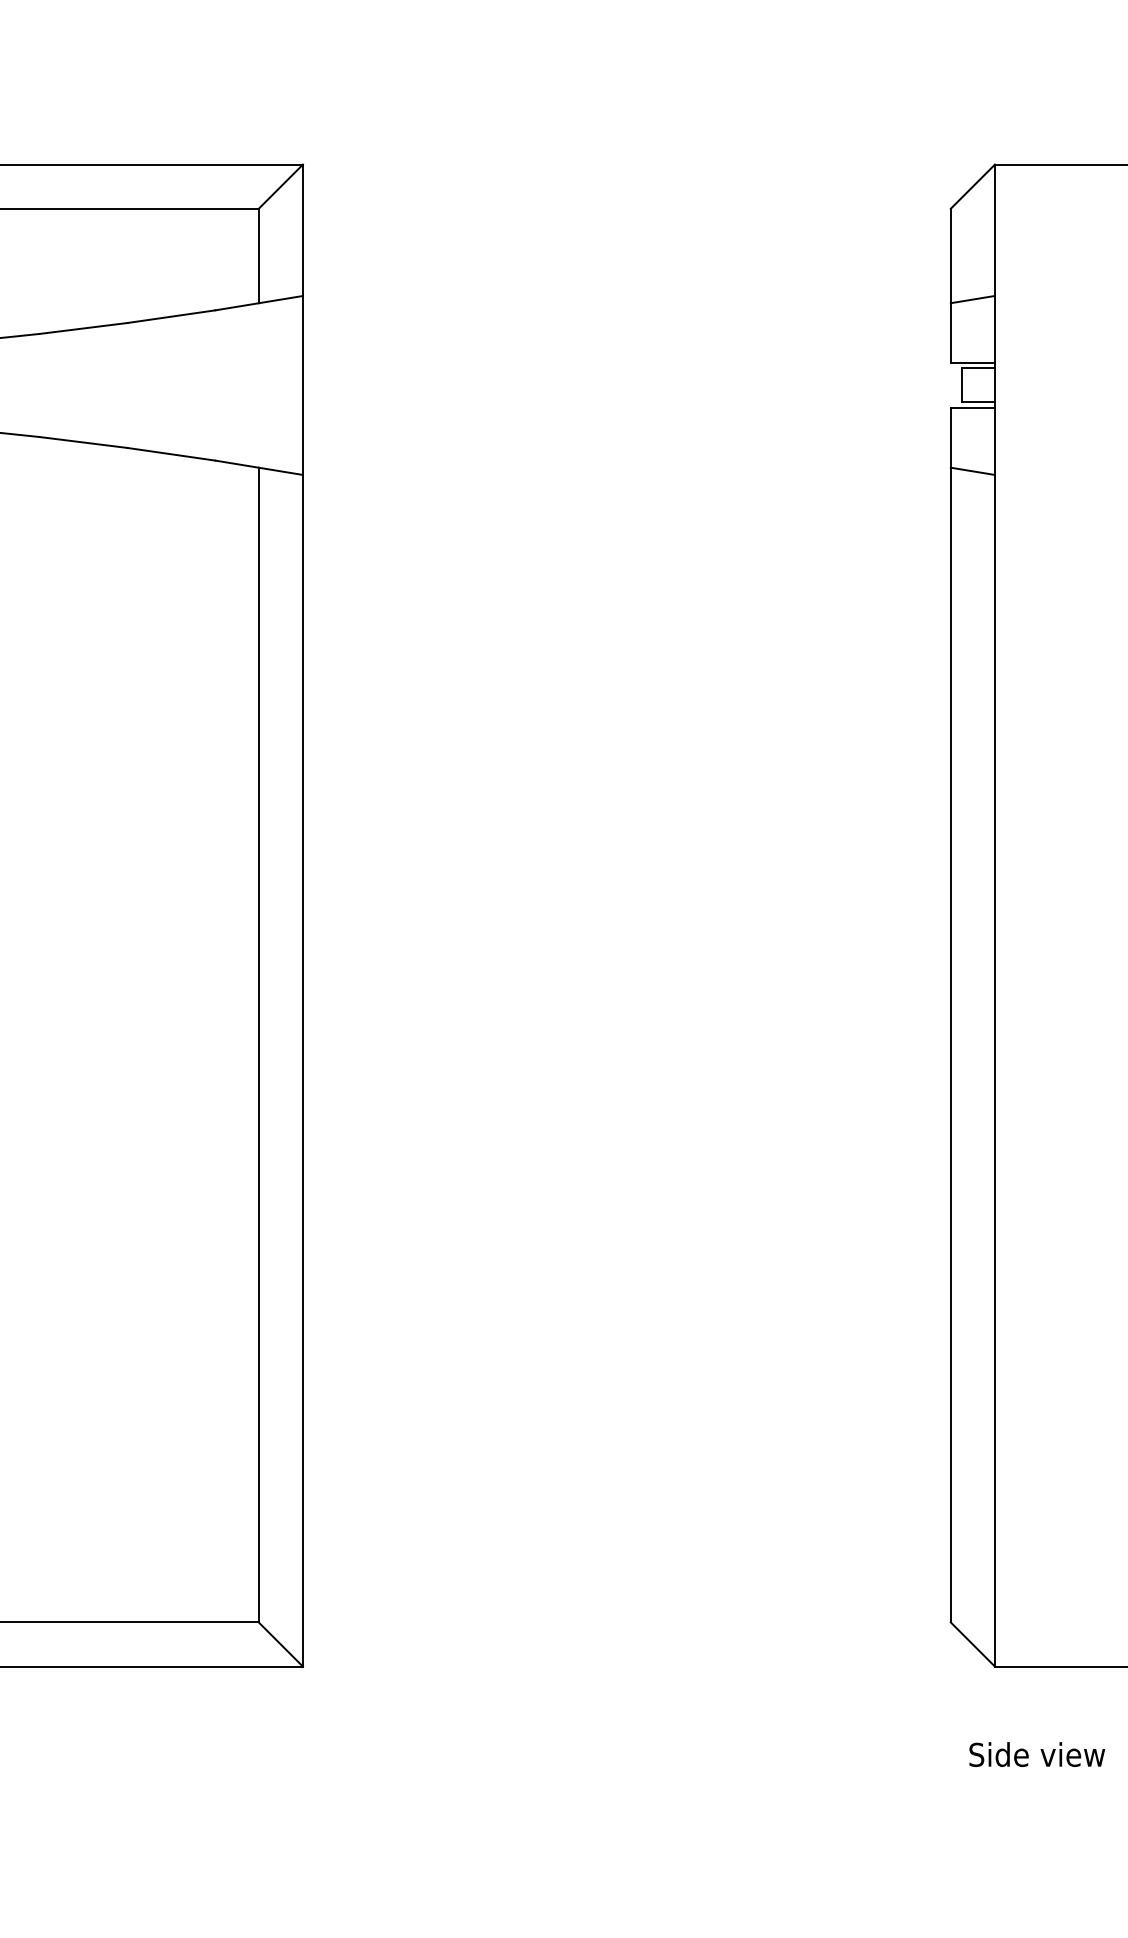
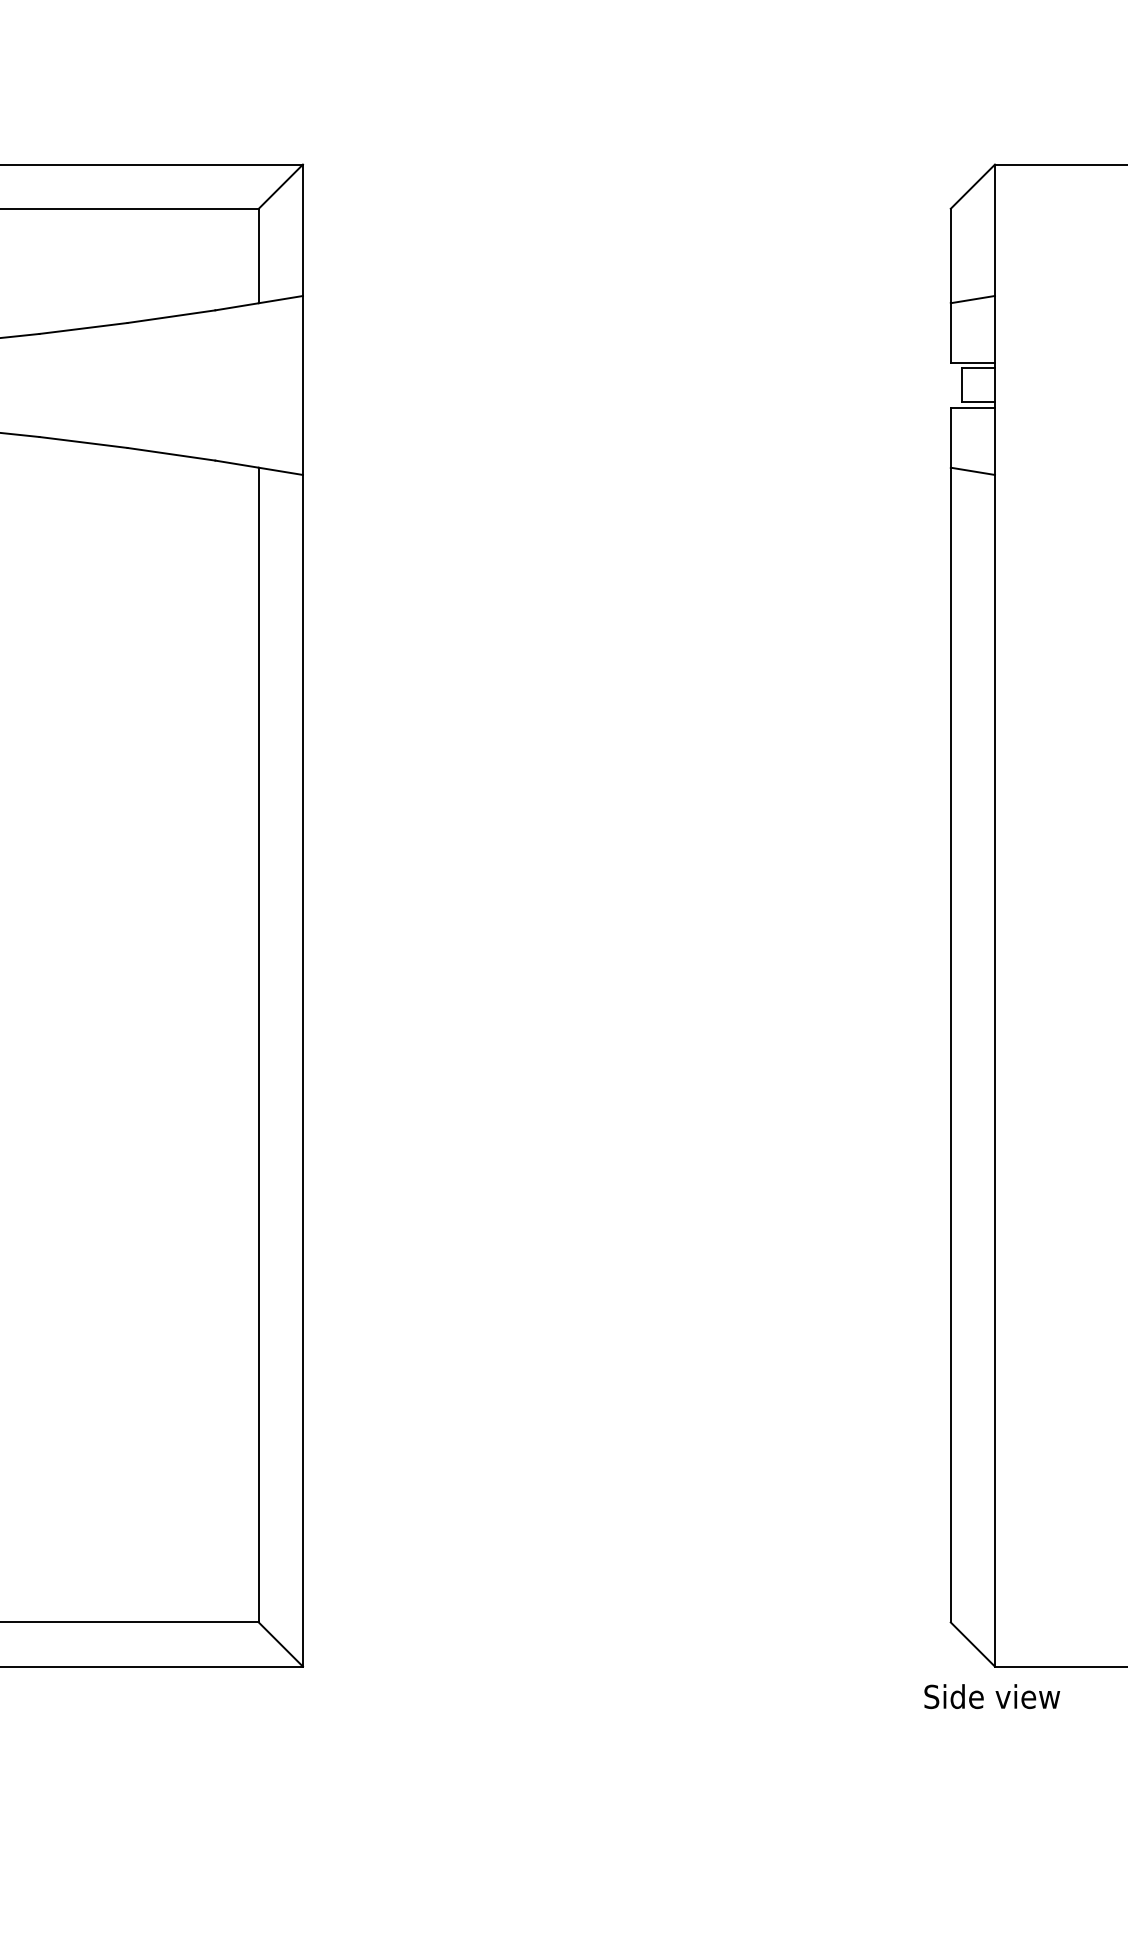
text at (1037, 1754) position: (1037, 1754) -> (992, 1696)
